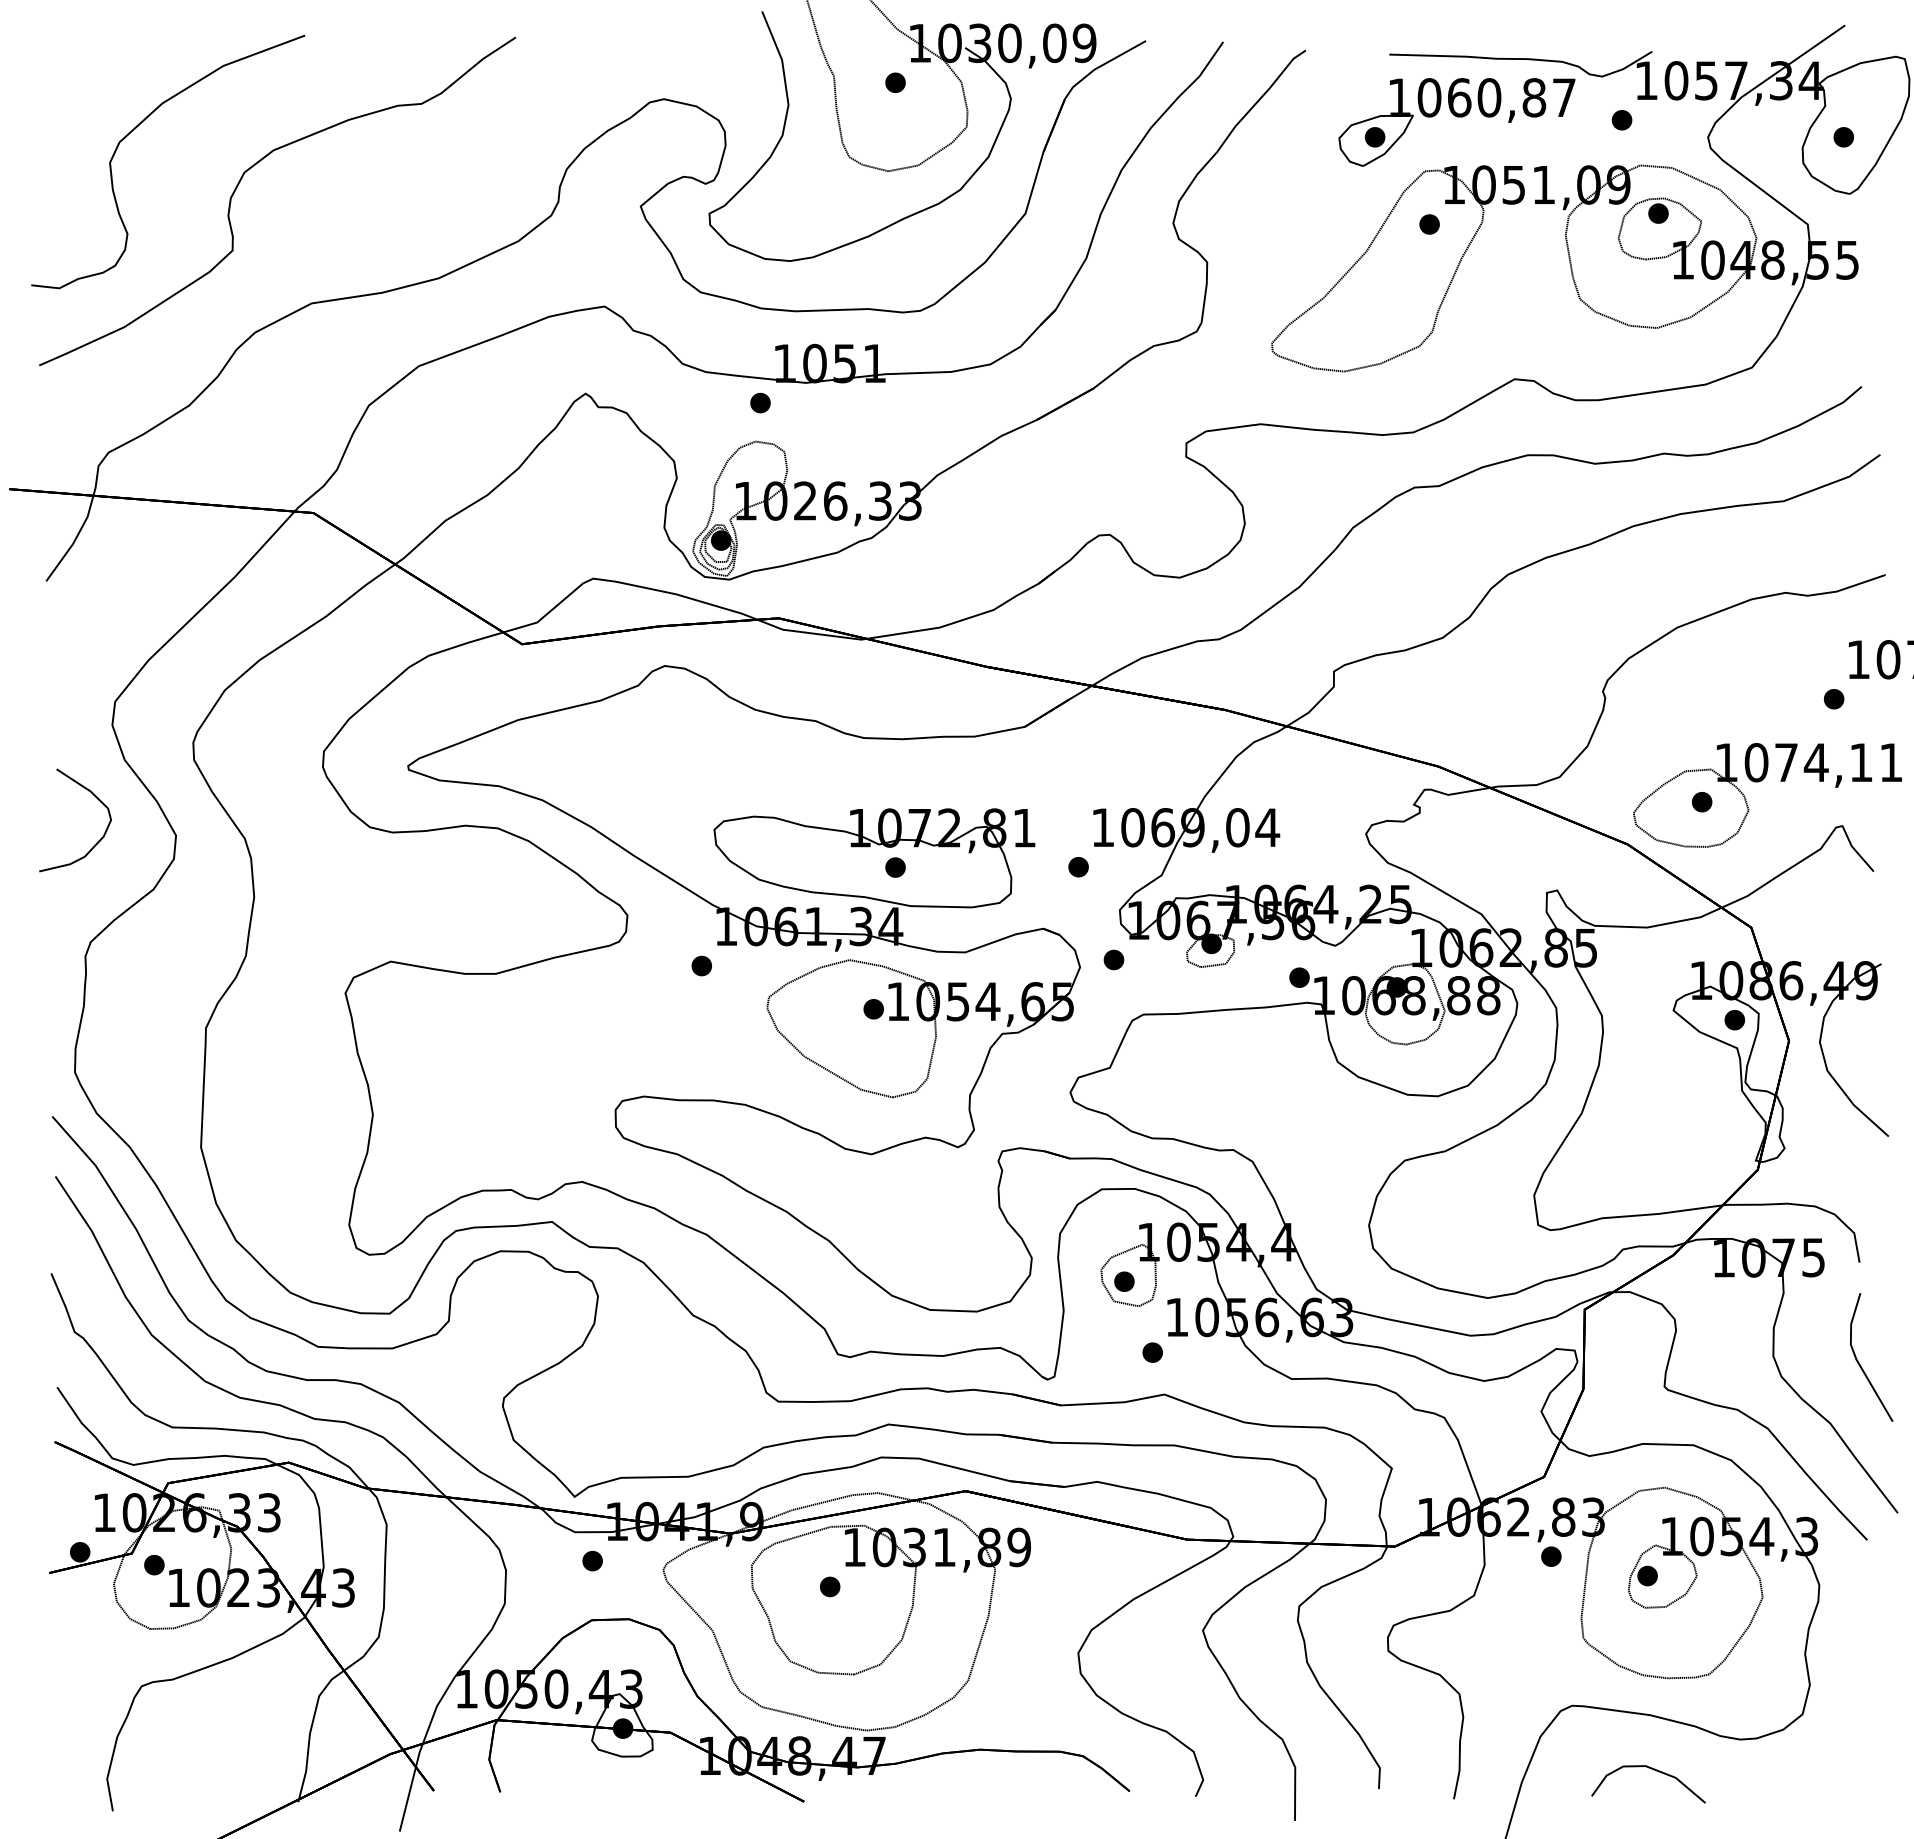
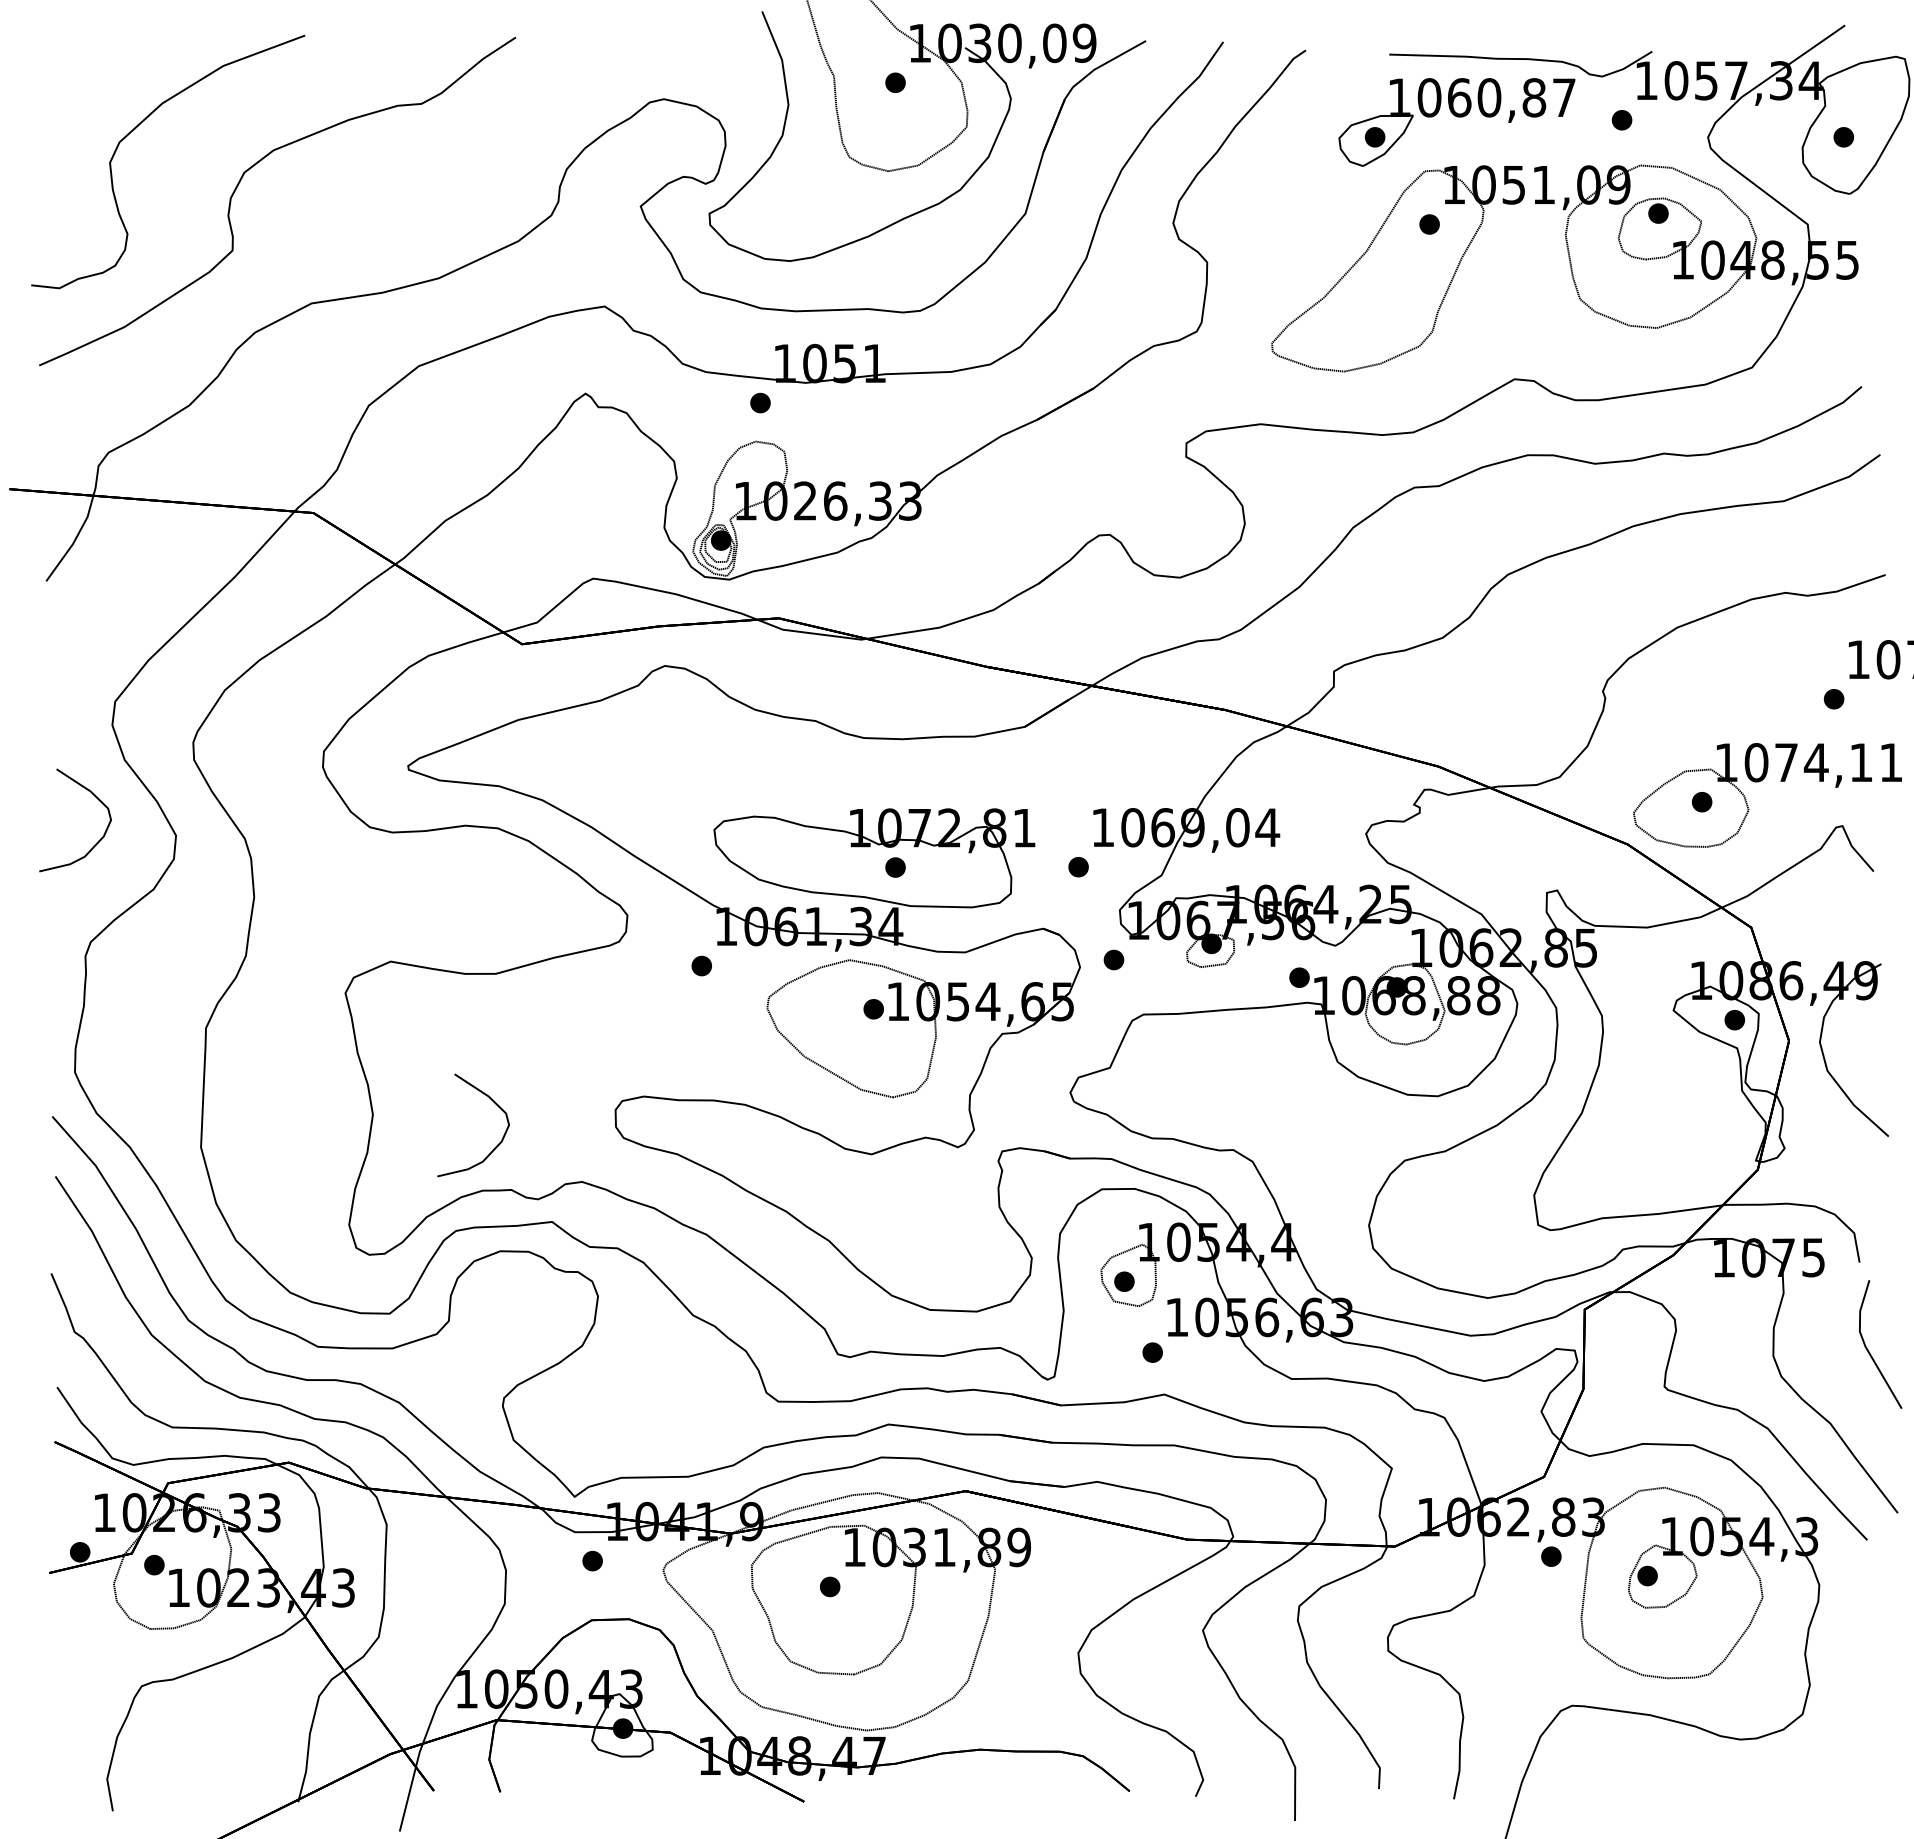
curve at (494, 1103): none -> present
line at (1859, 1362) position: (1859, 1362) -> (1868, 1349)
curve at (1653, 1770): present -> none
